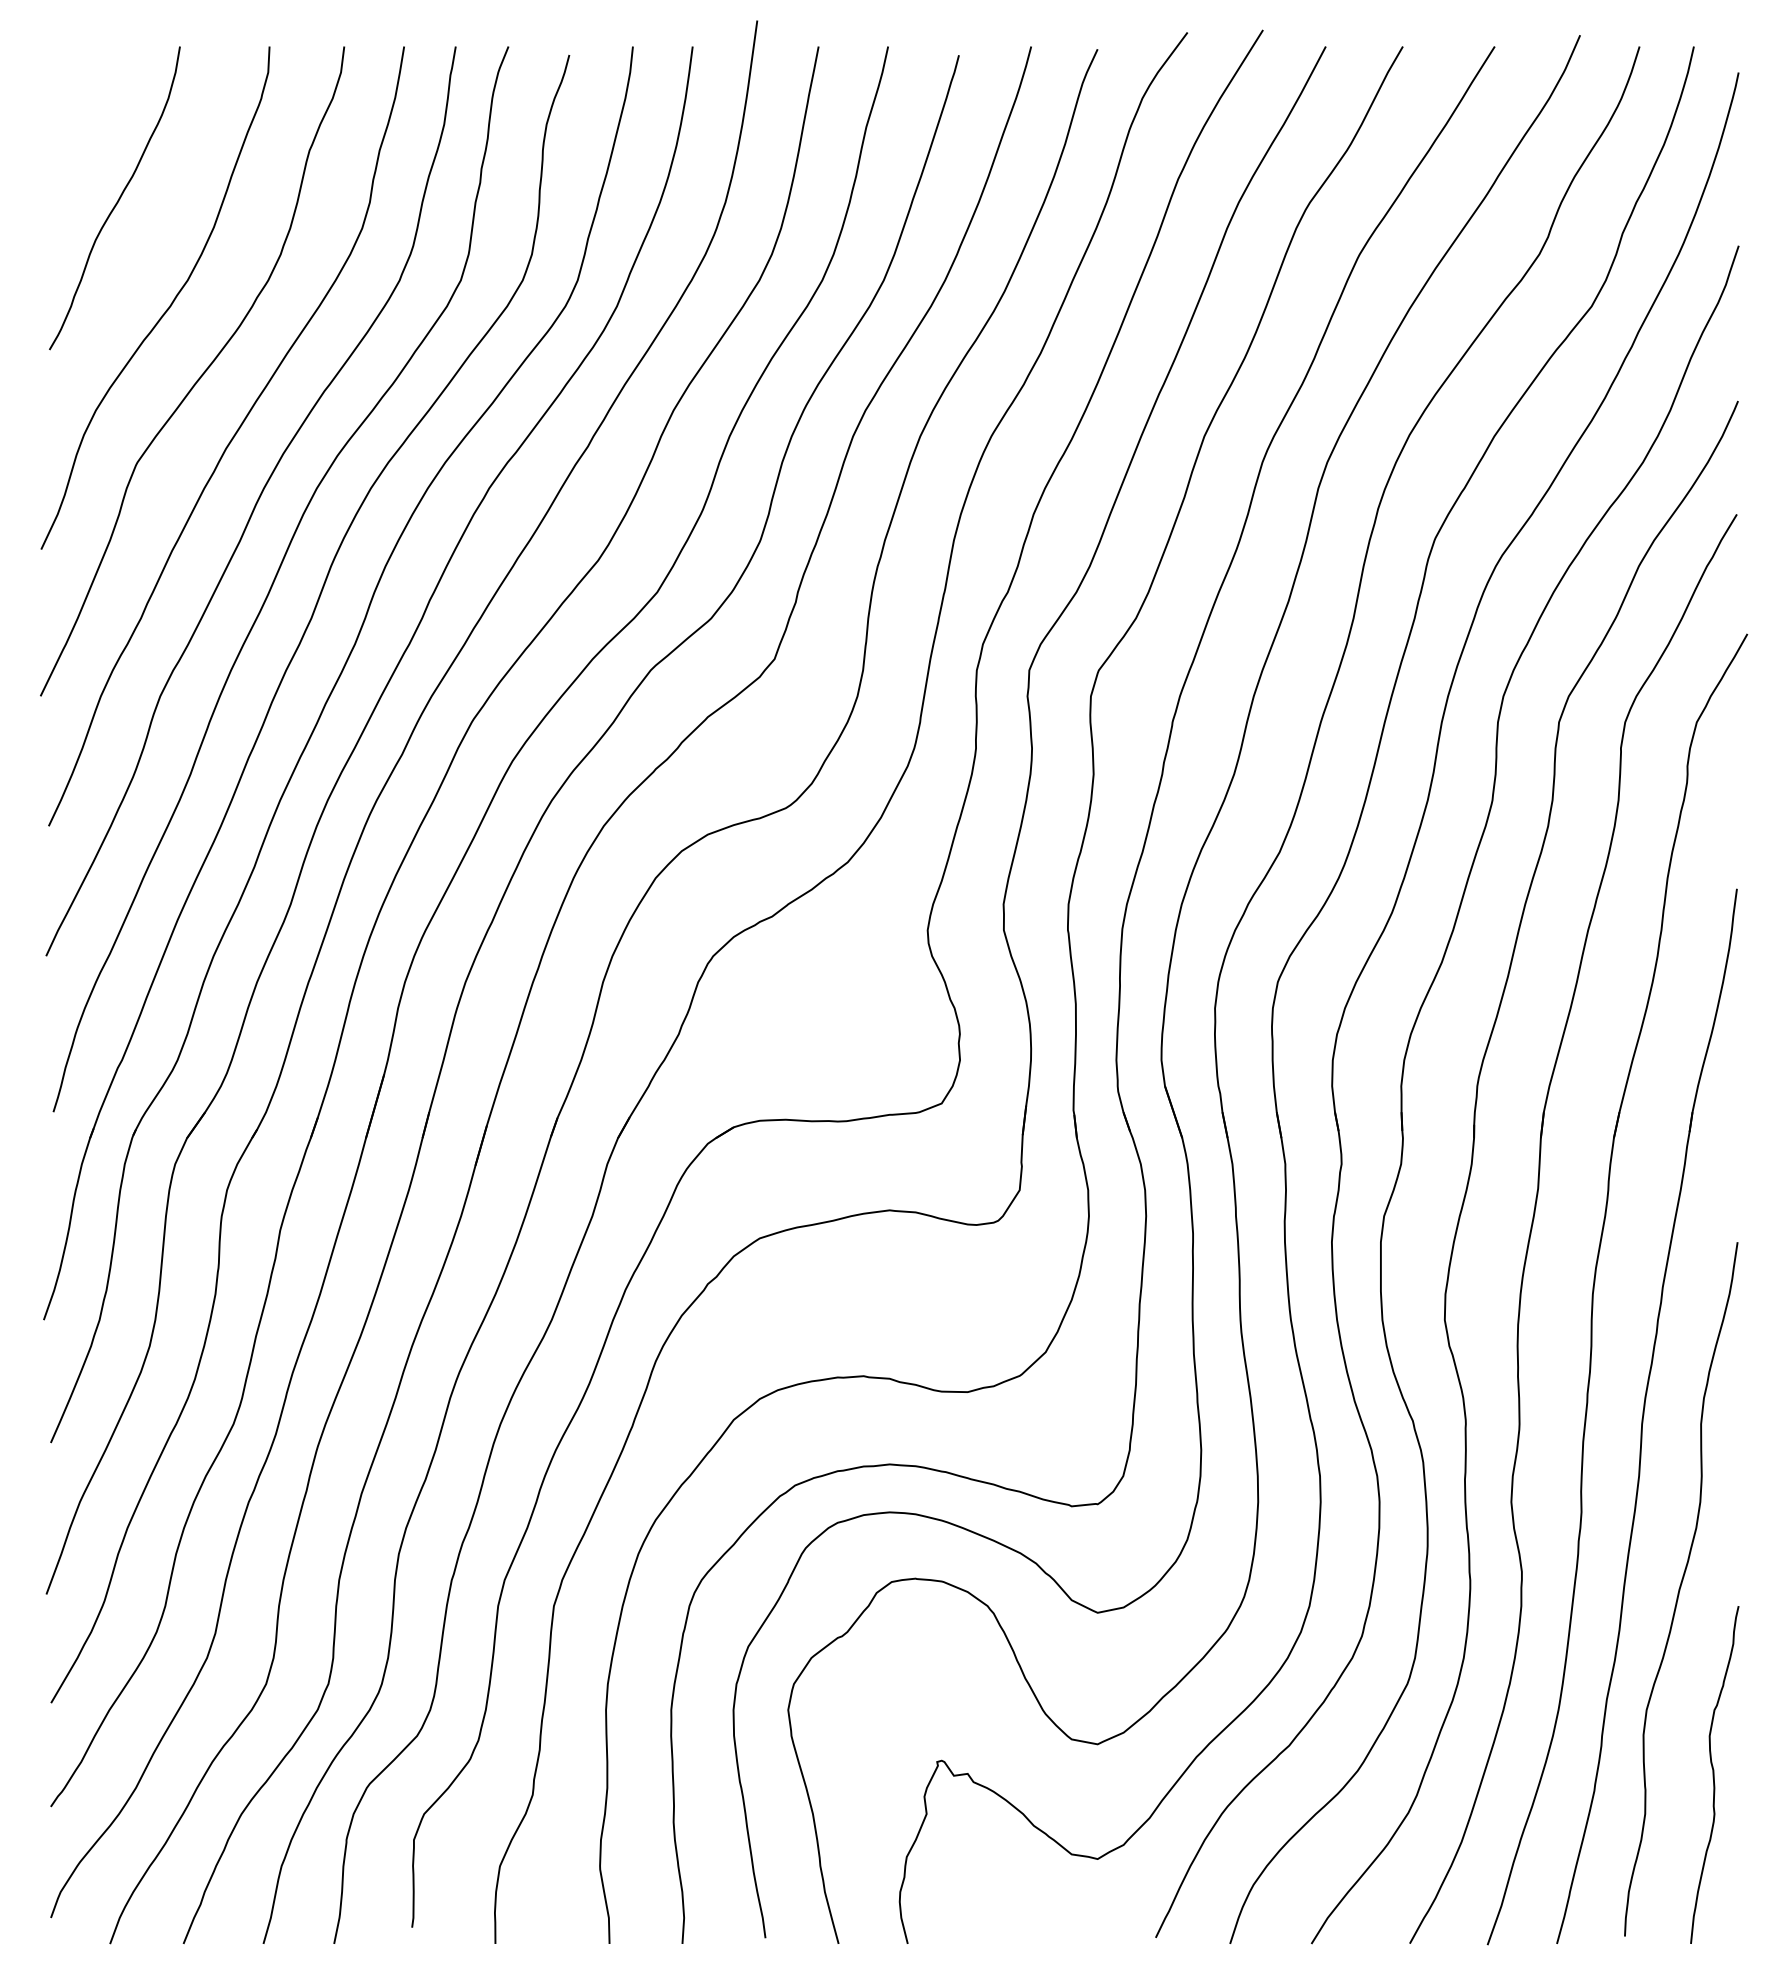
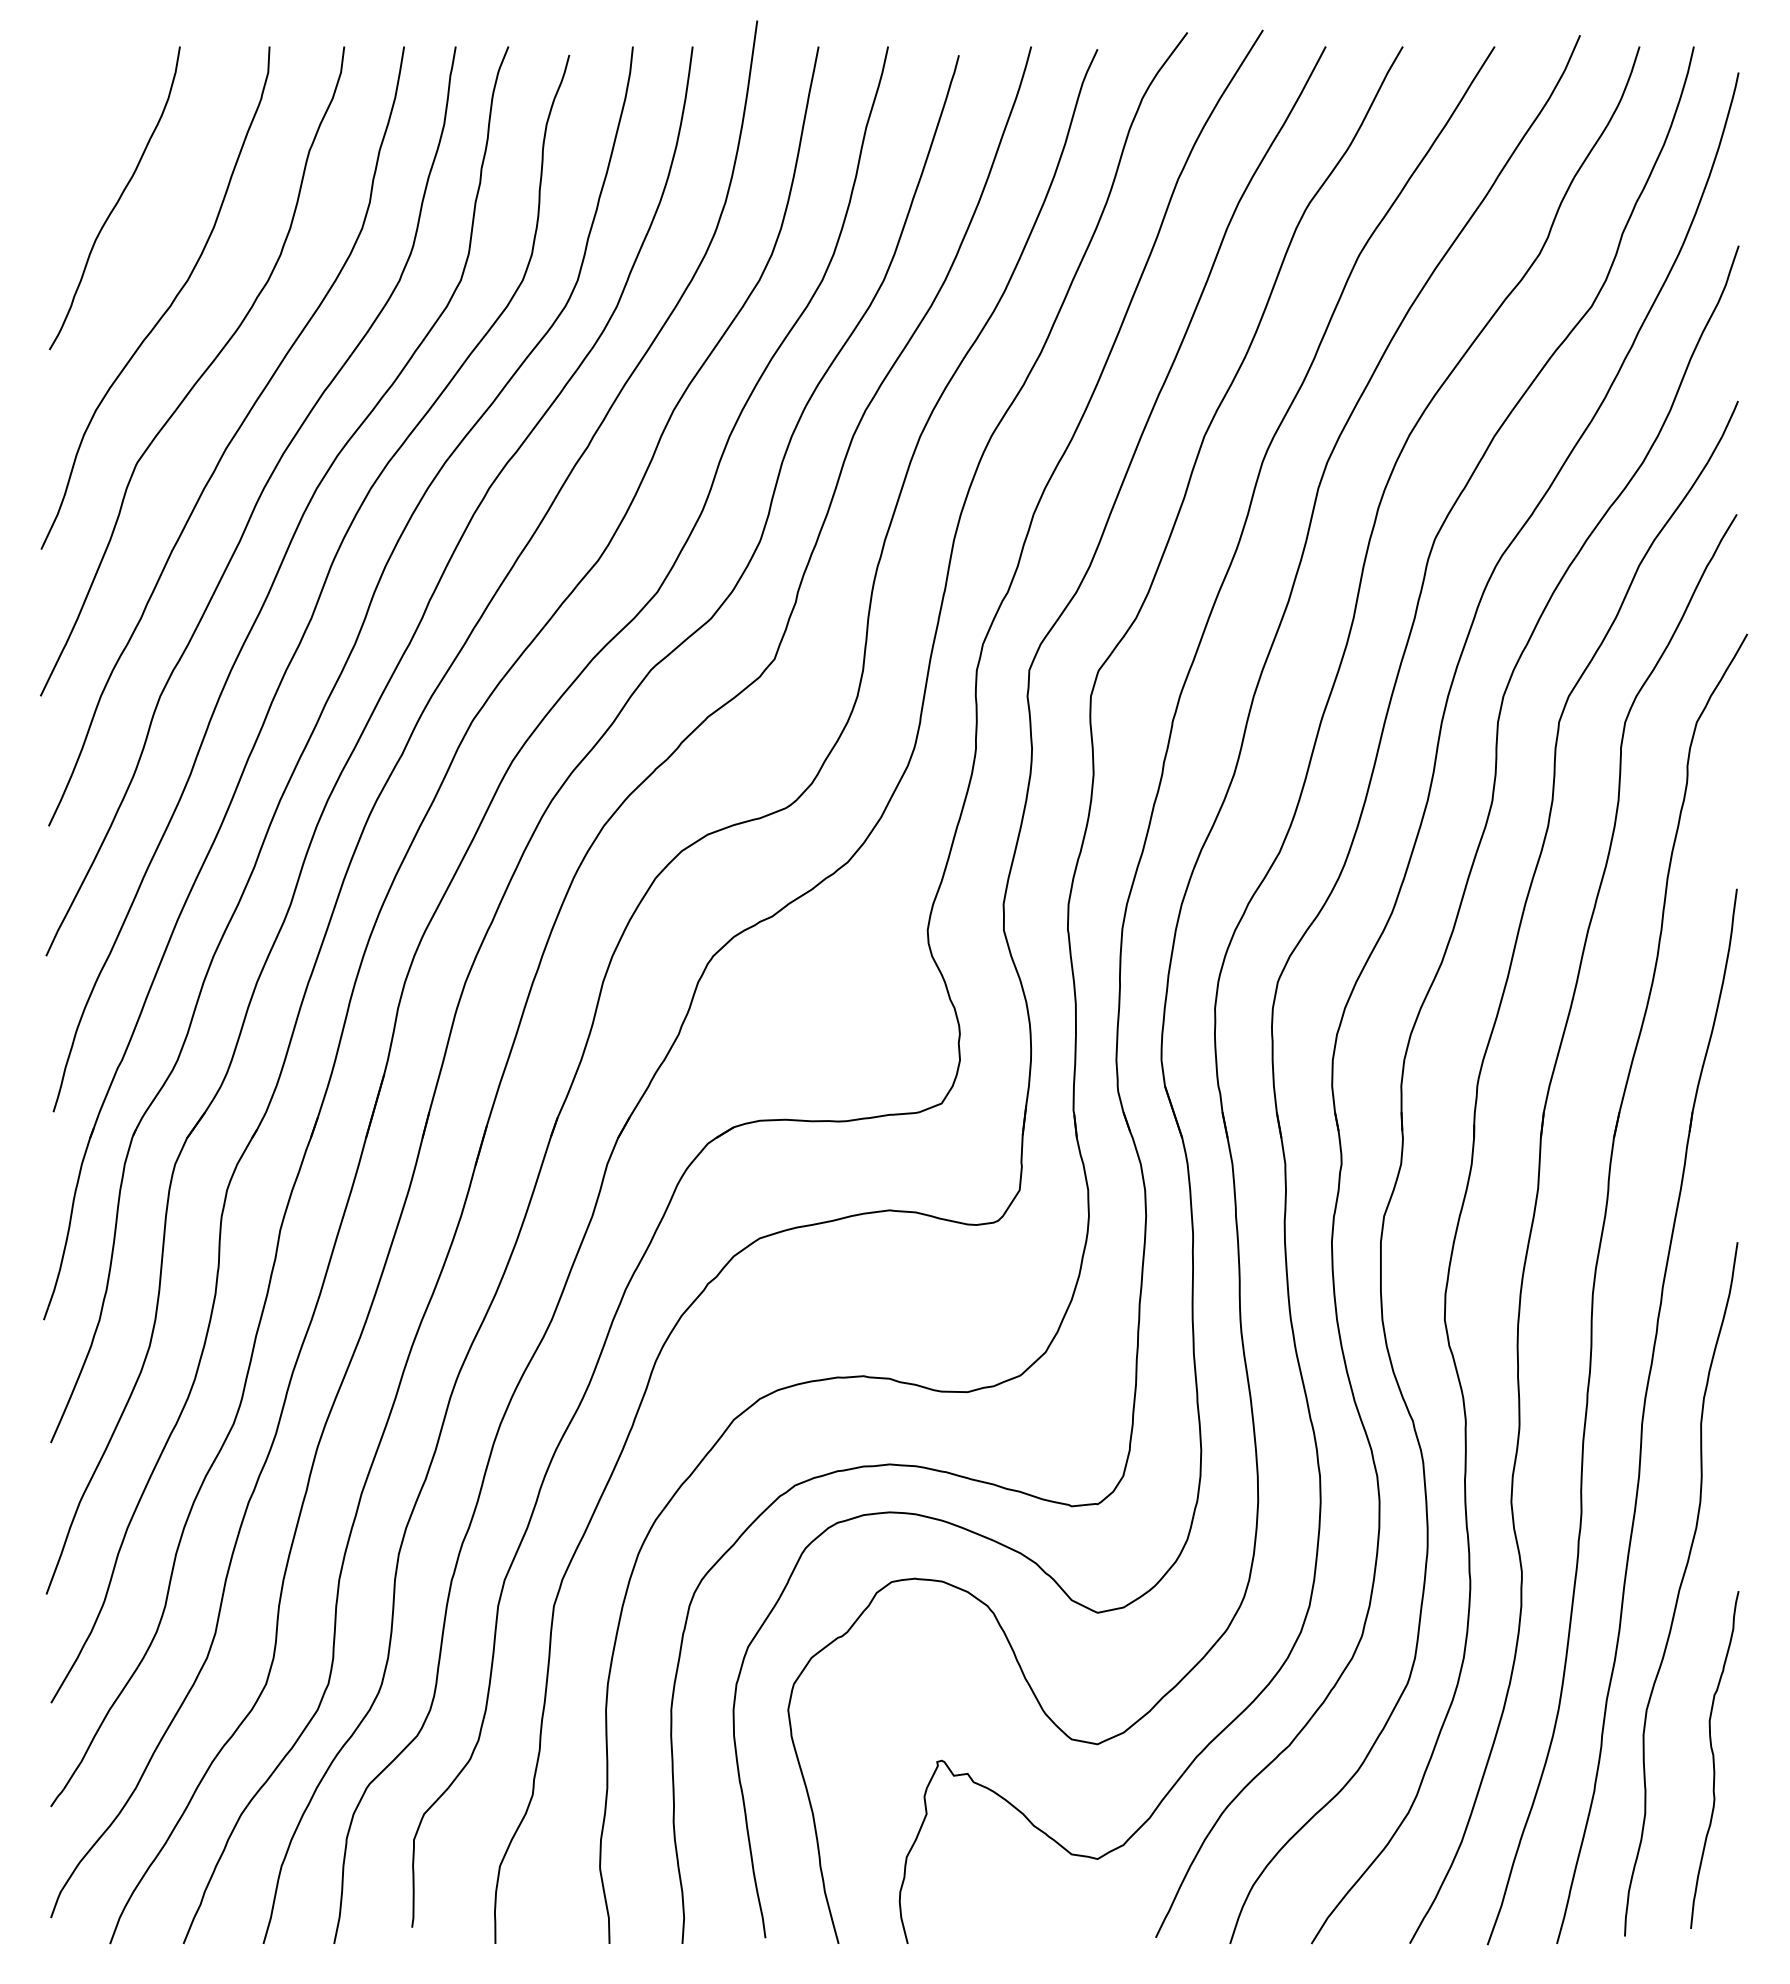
curve at (1714, 1774) position: (1714, 1774) -> (1714, 1759)
